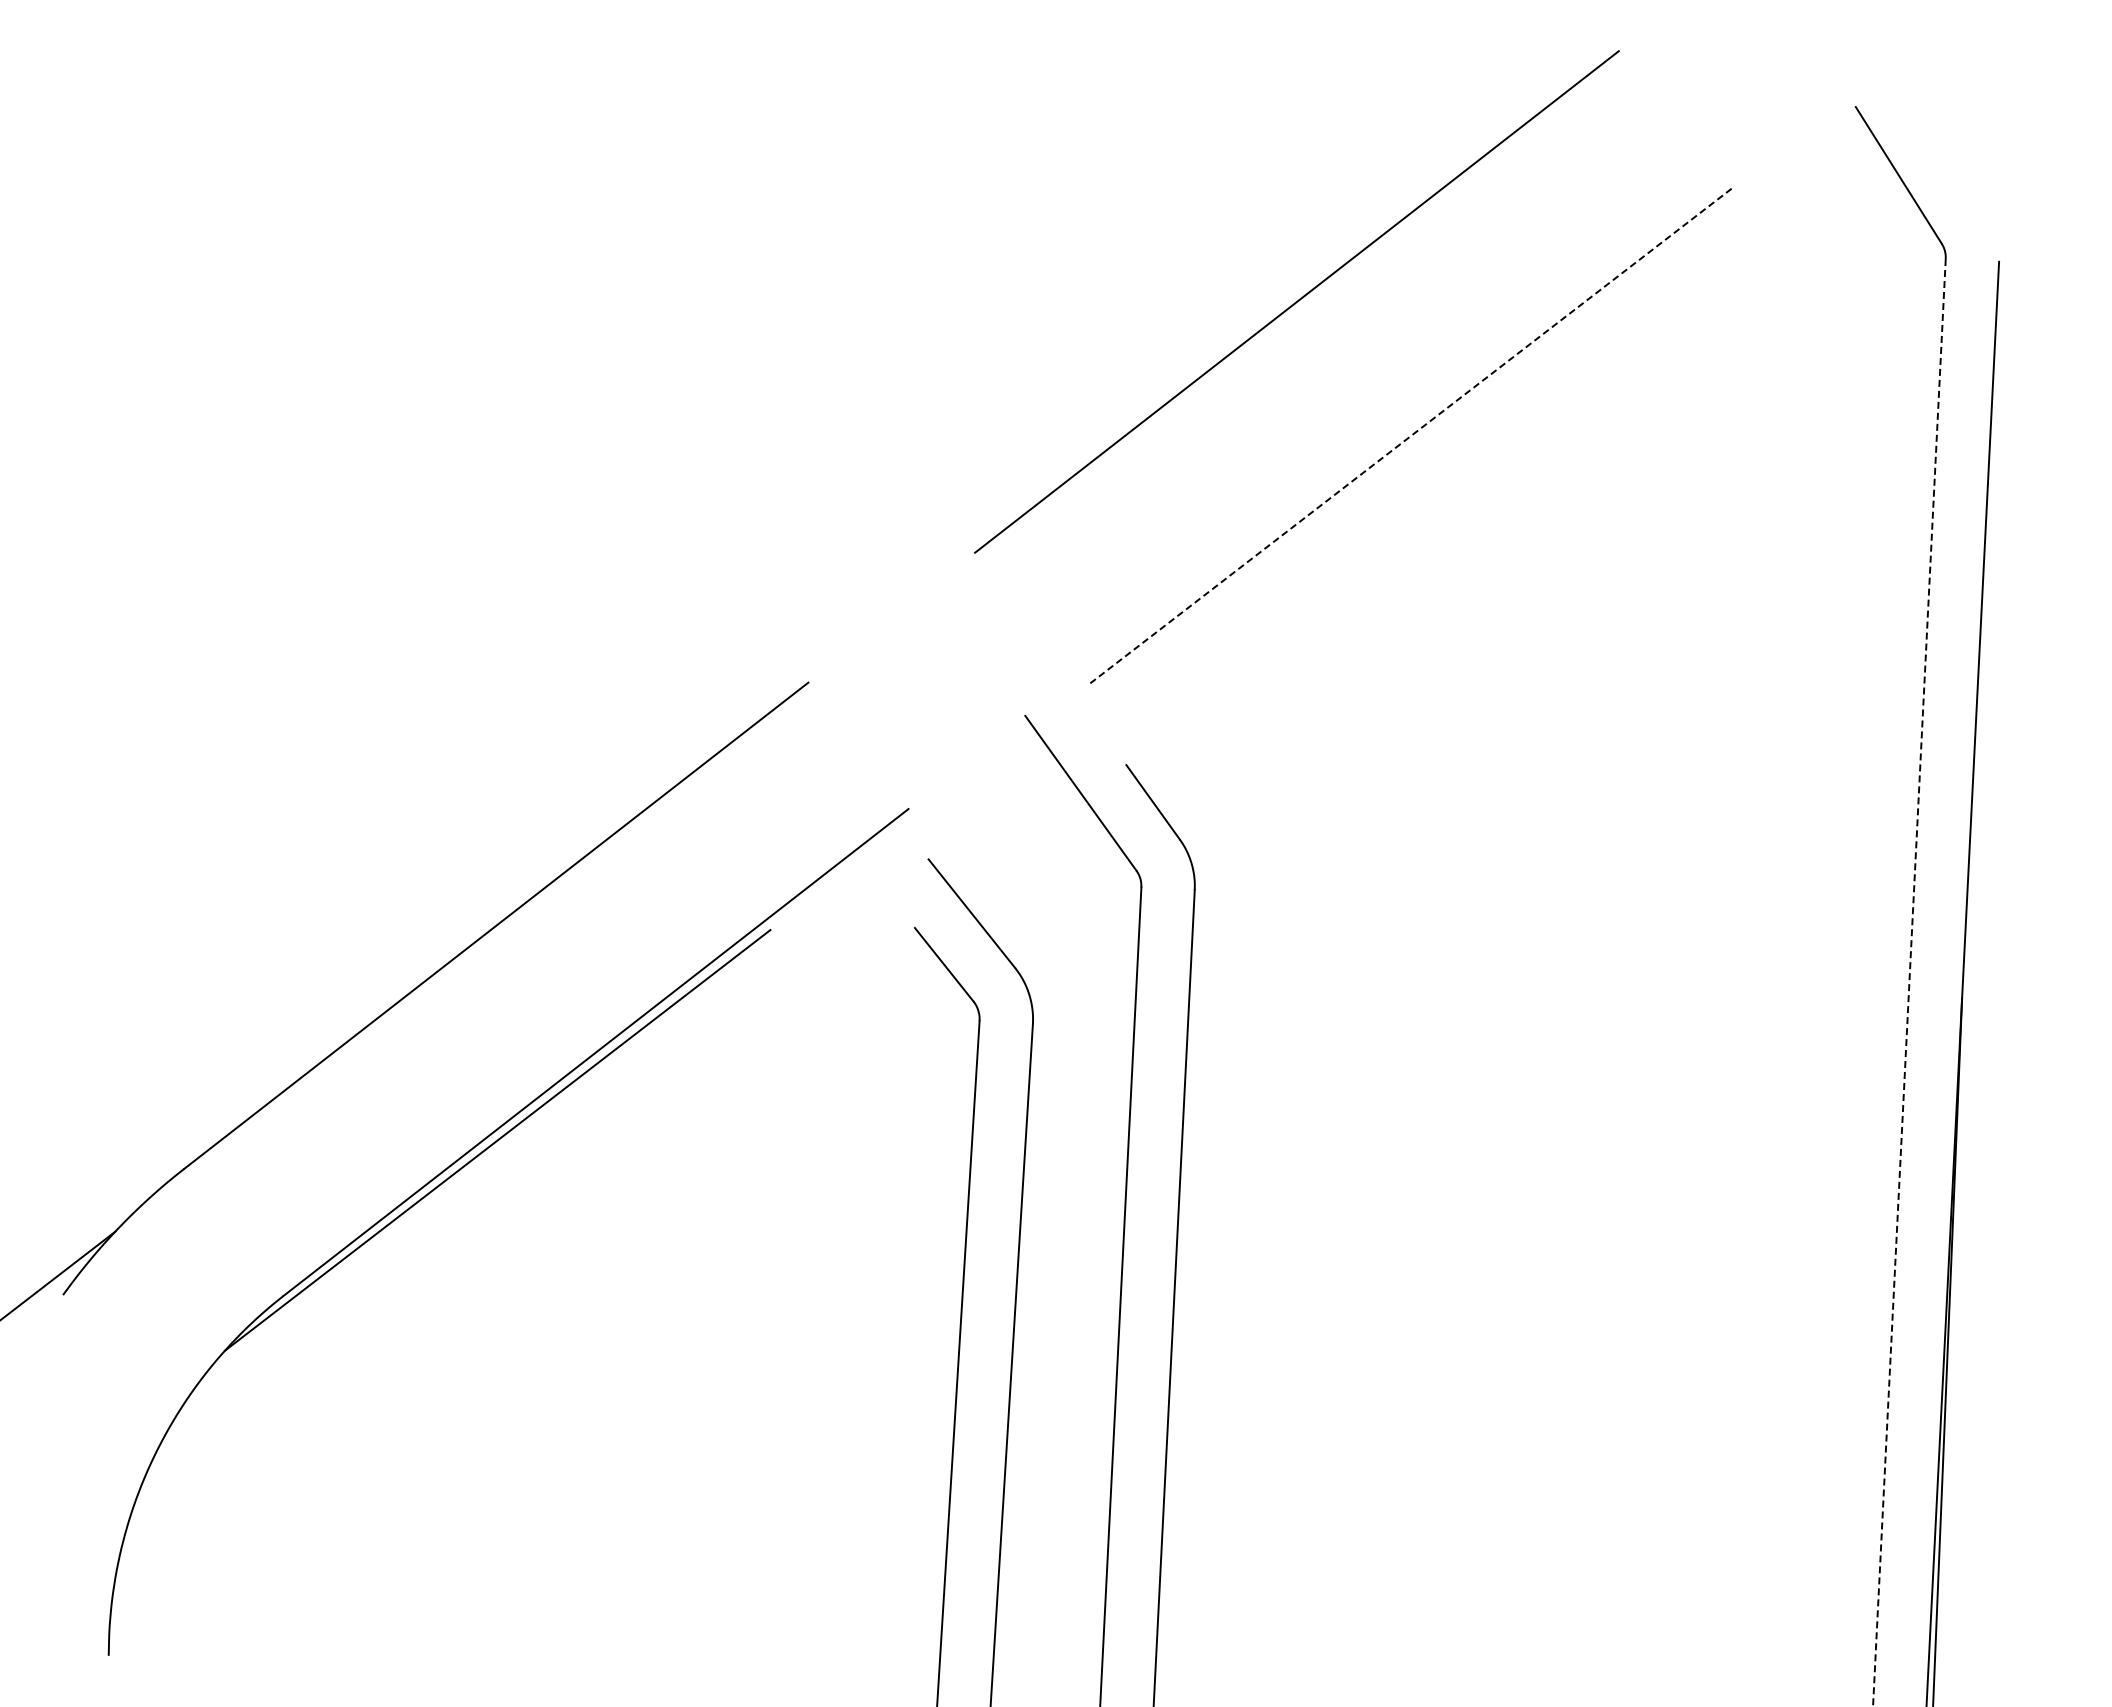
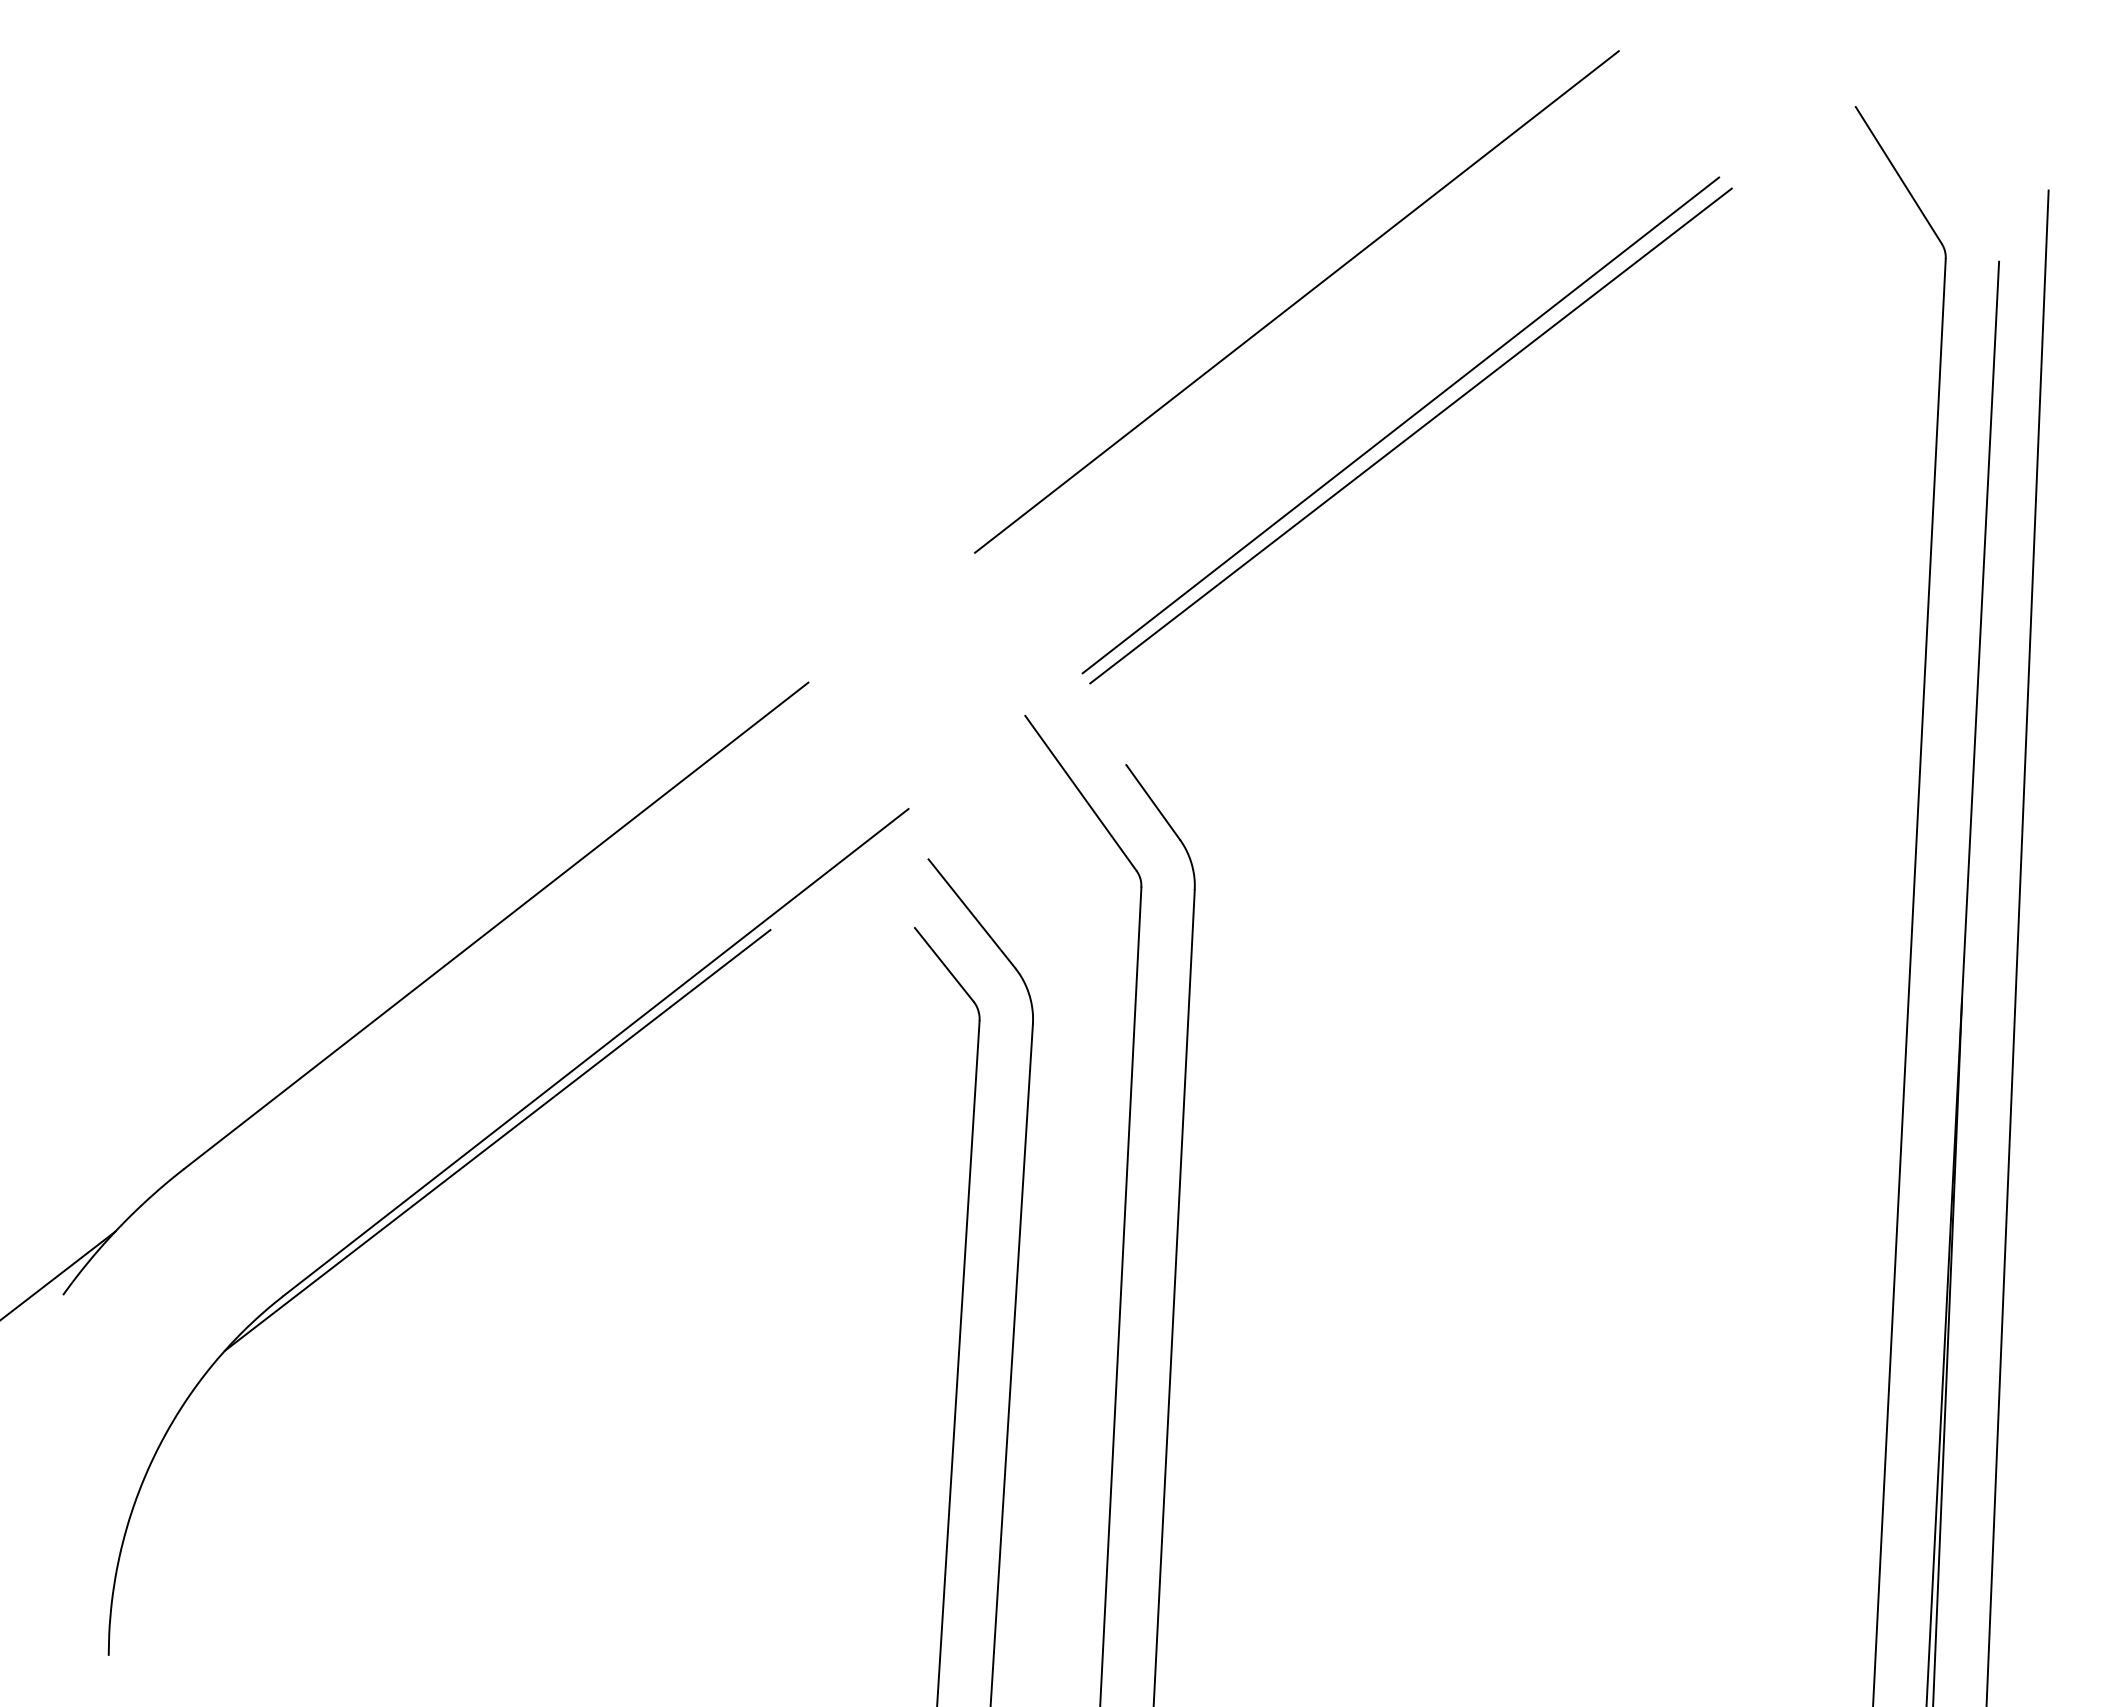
line at (1400, 425): none -> present
line at (1411, 435): dashed -> solid
line at (2017, 946): none -> present
line at (1909, 983): dashed -> solid
